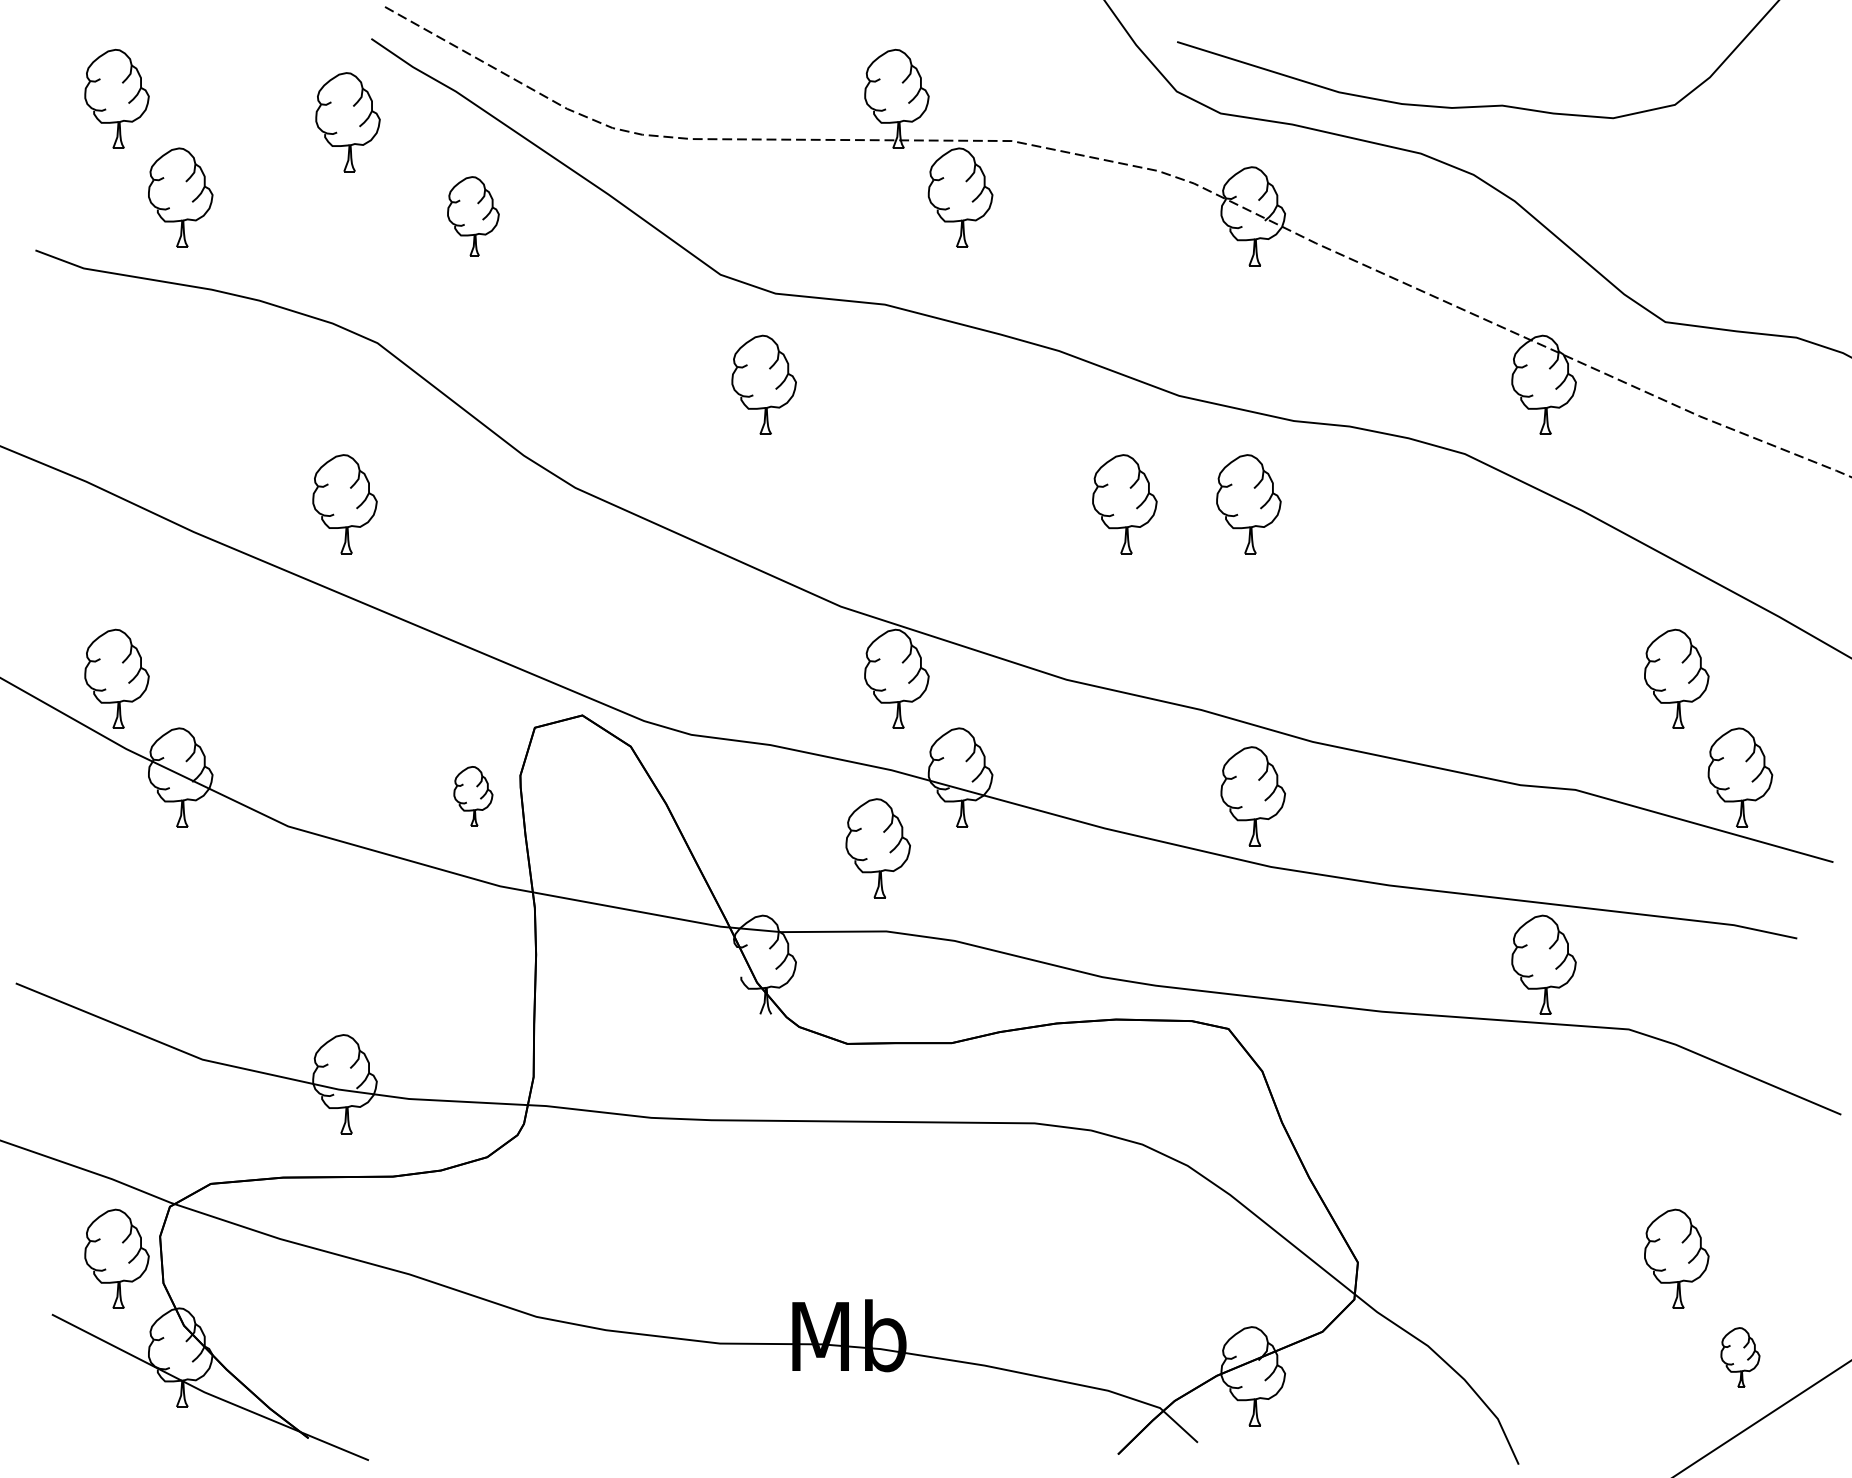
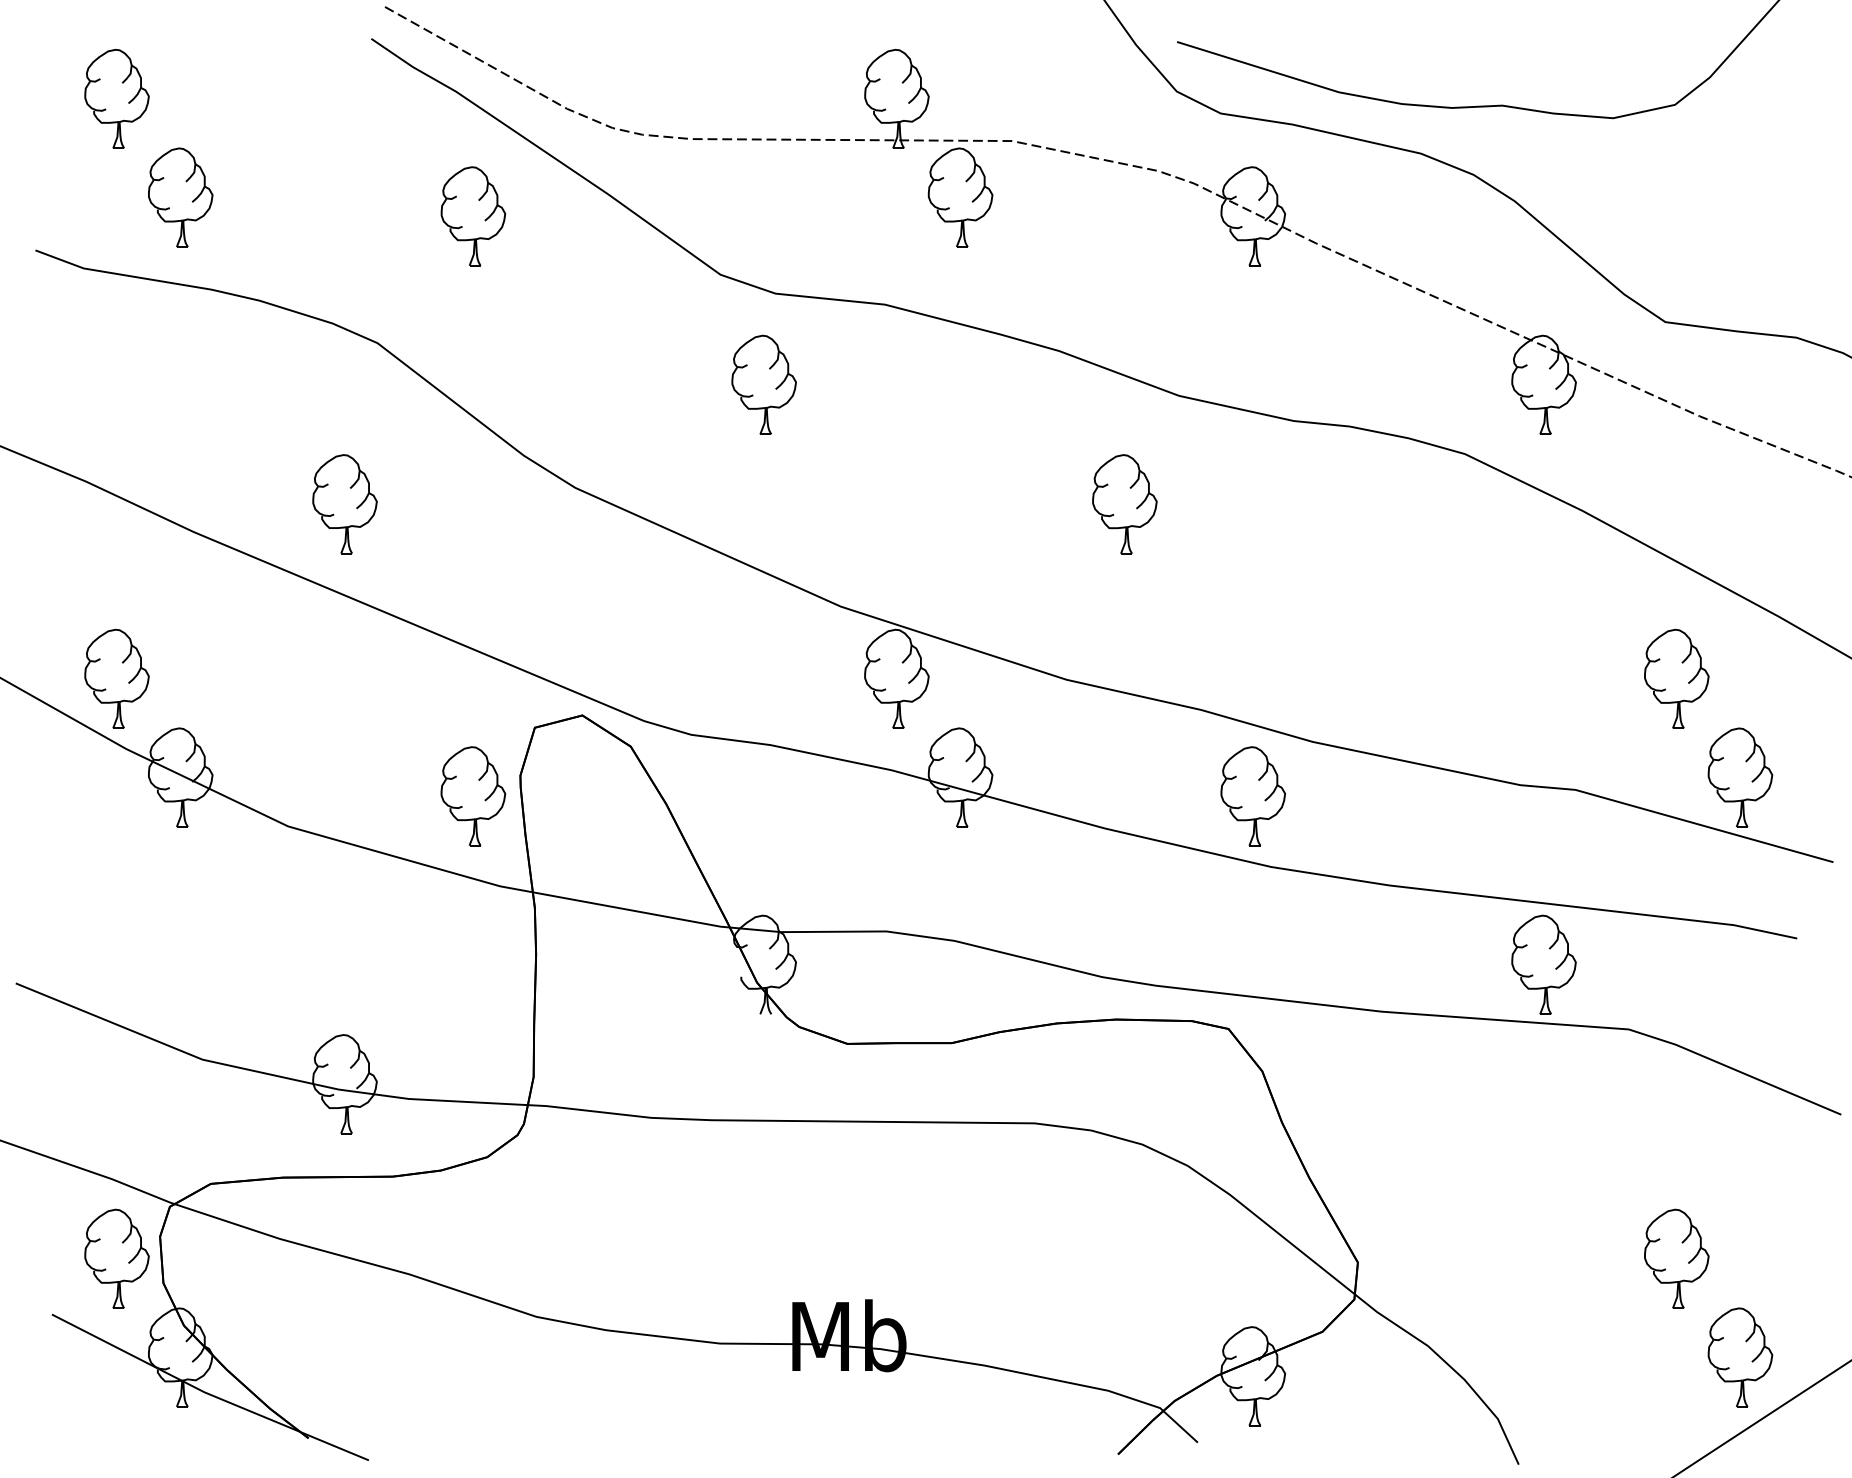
part at (347, 122): present -> none
part at (473, 216) size: 53x81 px -> 67x101 px
part at (1248, 504): present -> none
part at (473, 796) size: 41x61 px -> 67x101 px
part at (877, 848): present -> none
part at (1740, 1357) size: 41x61 px -> 67x101 px
